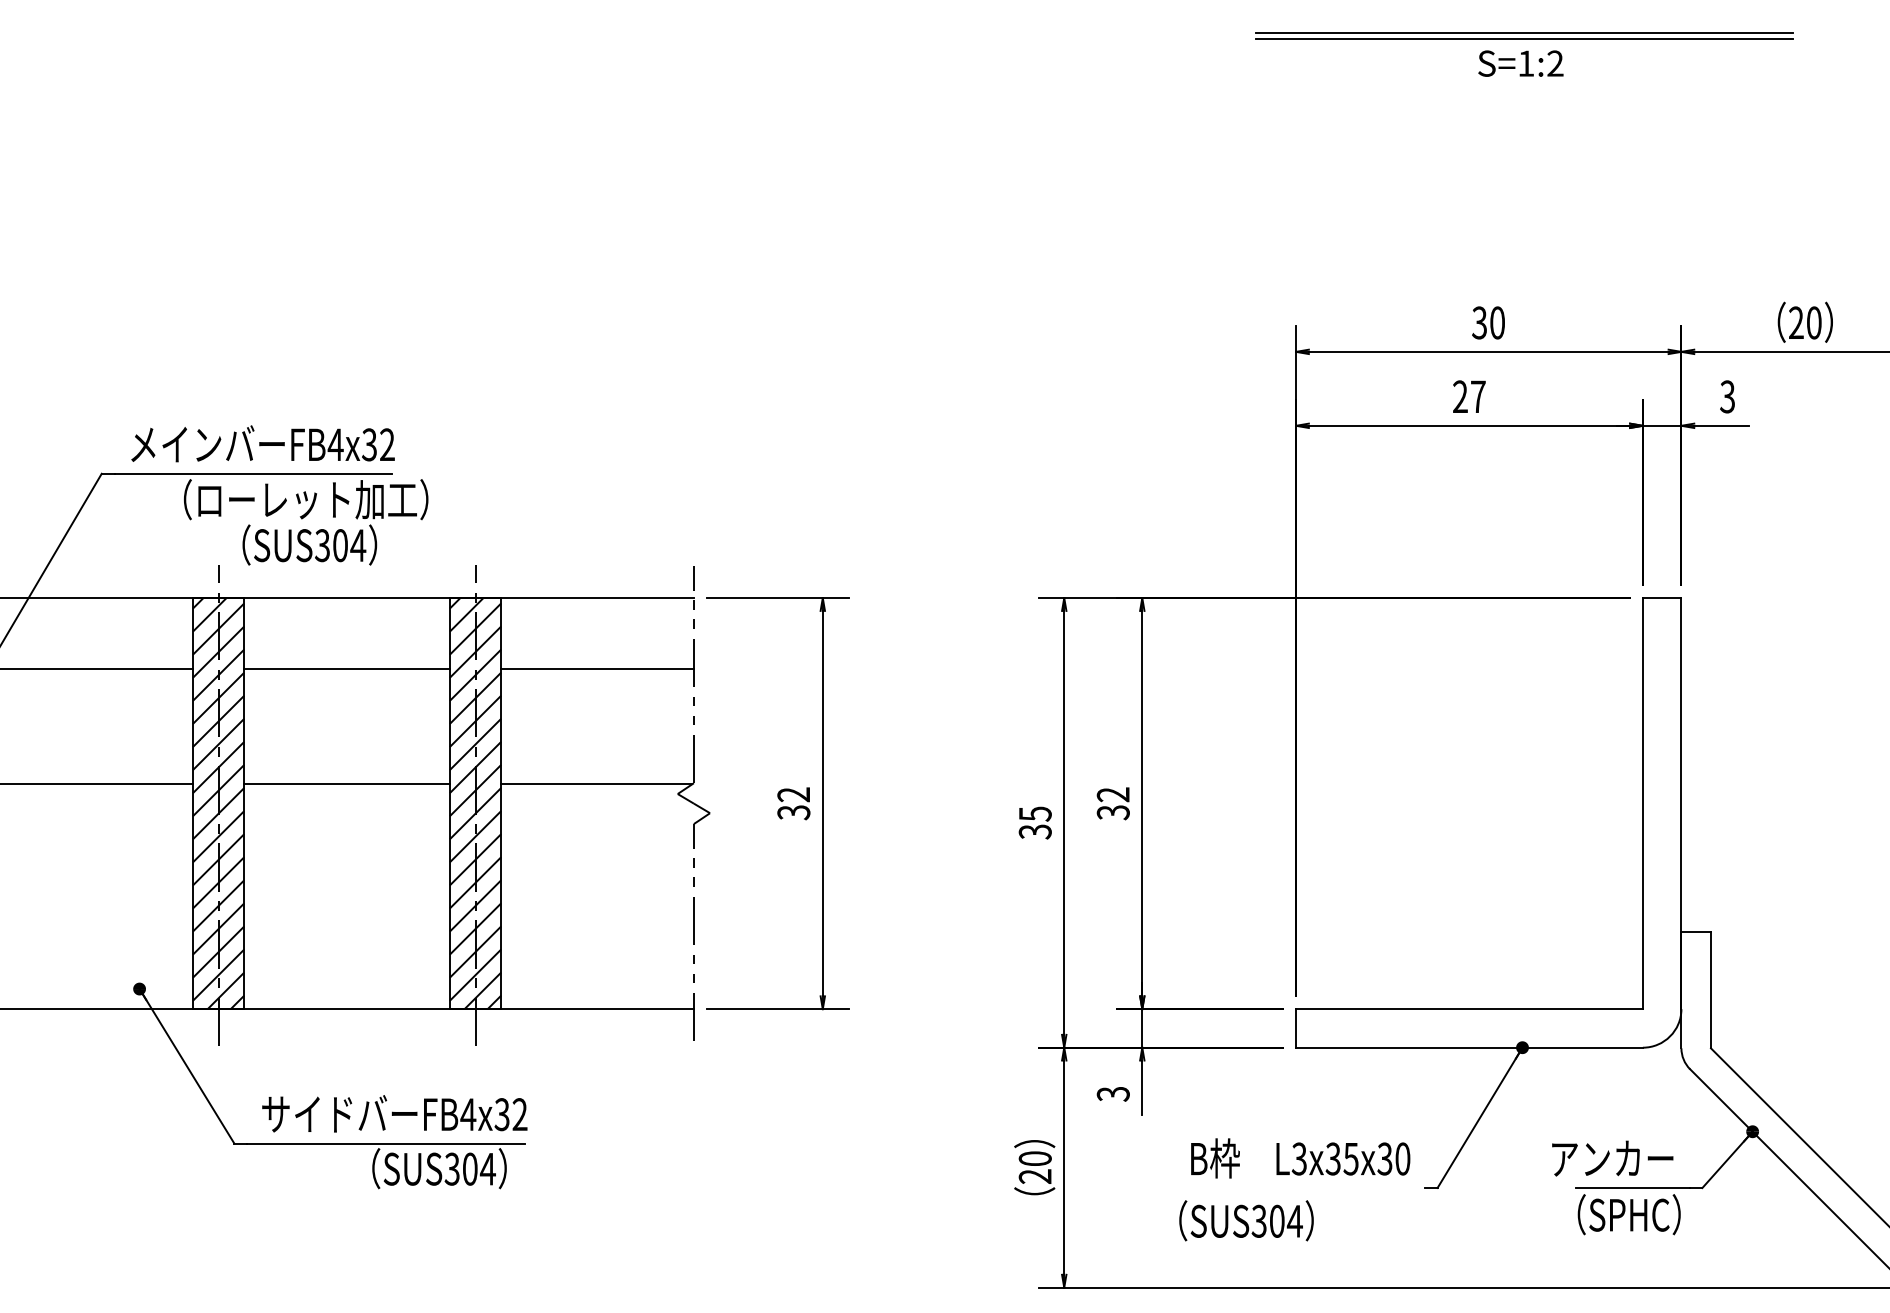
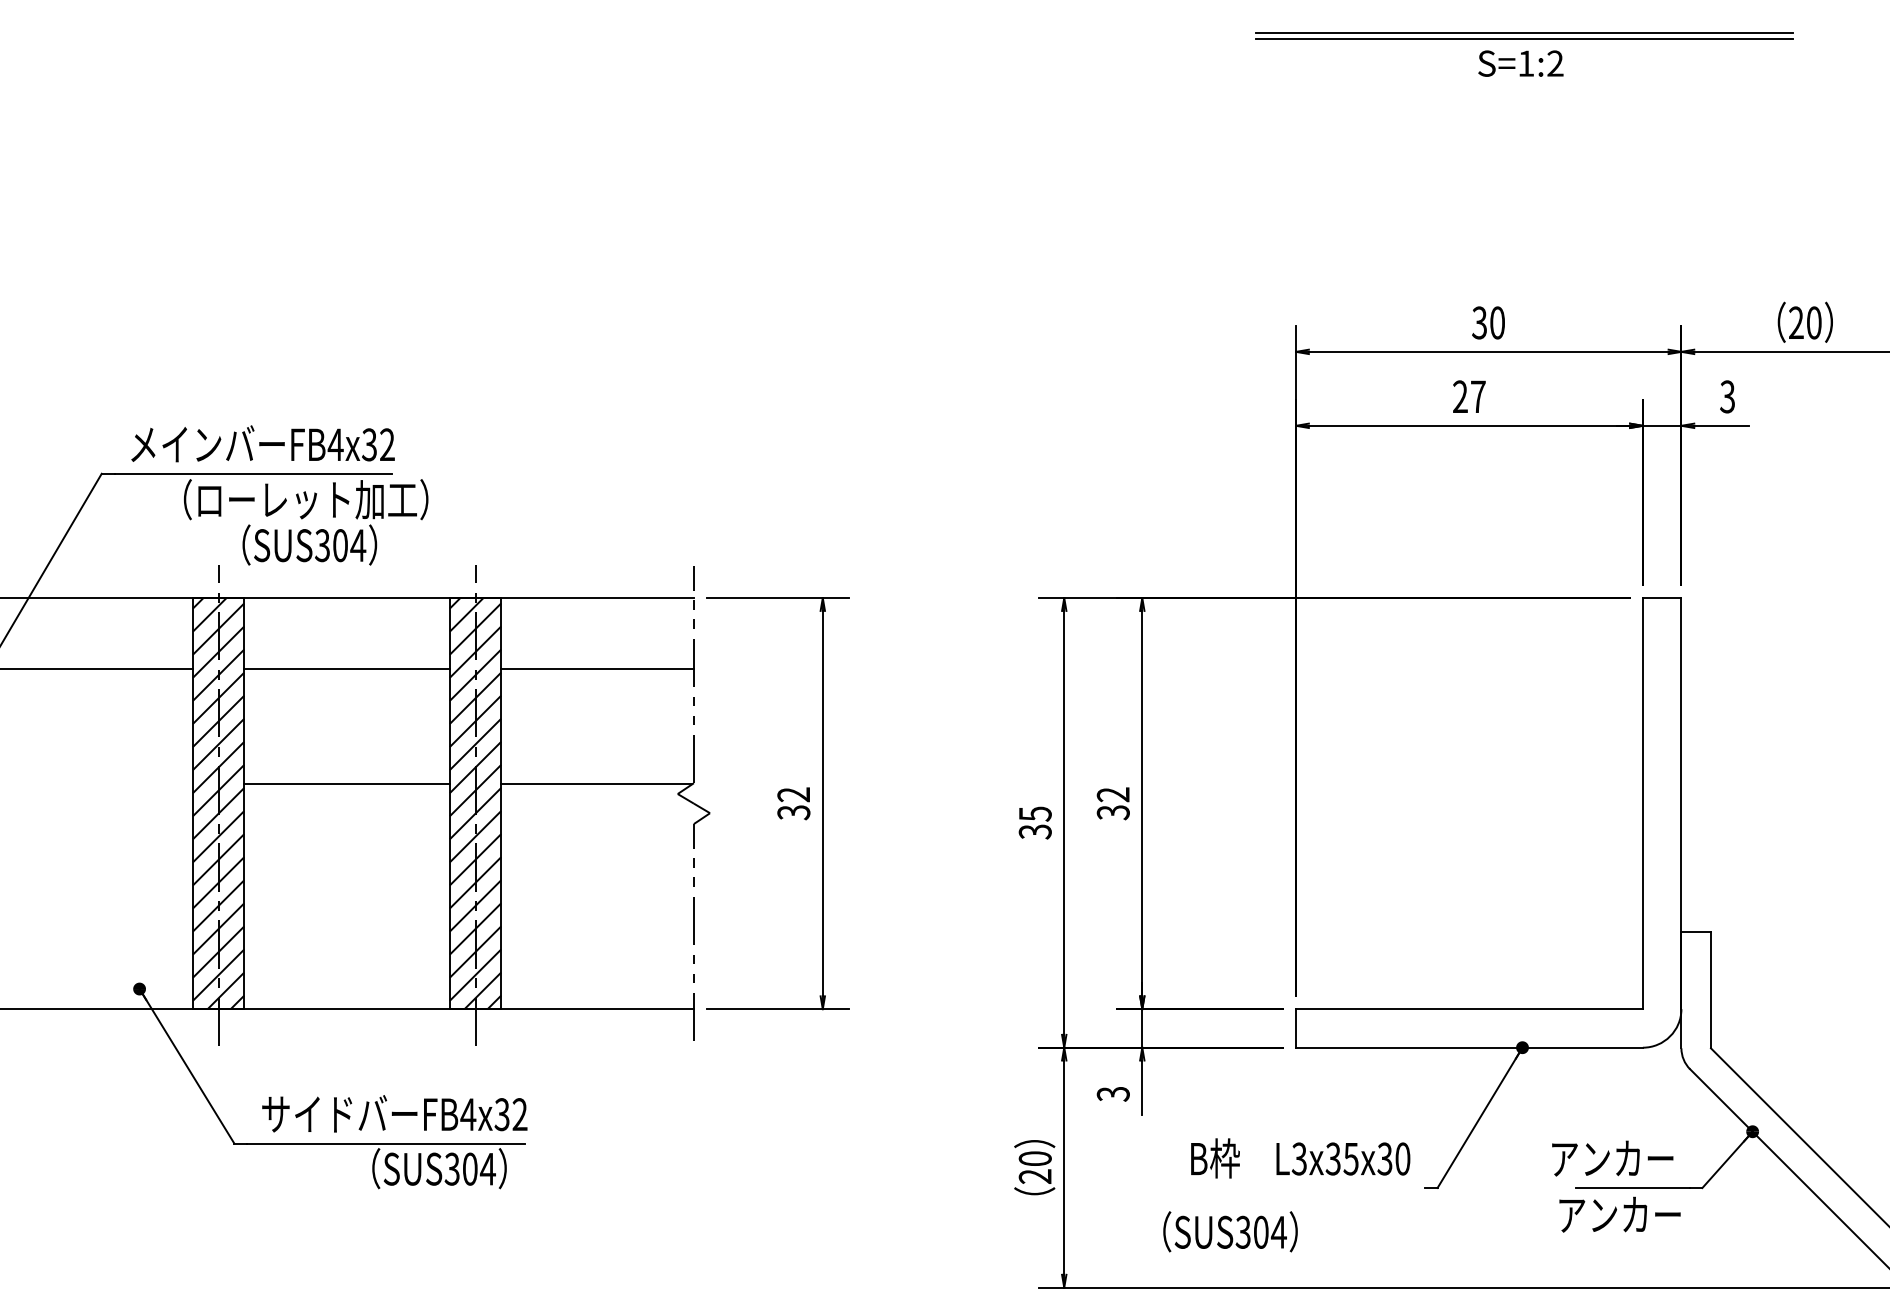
line at (97, 784): present -> none
text at (1619, 1214): （SPHC） -> アンカー
text at (1246, 1220) position: (1246, 1220) -> (1230, 1231)
